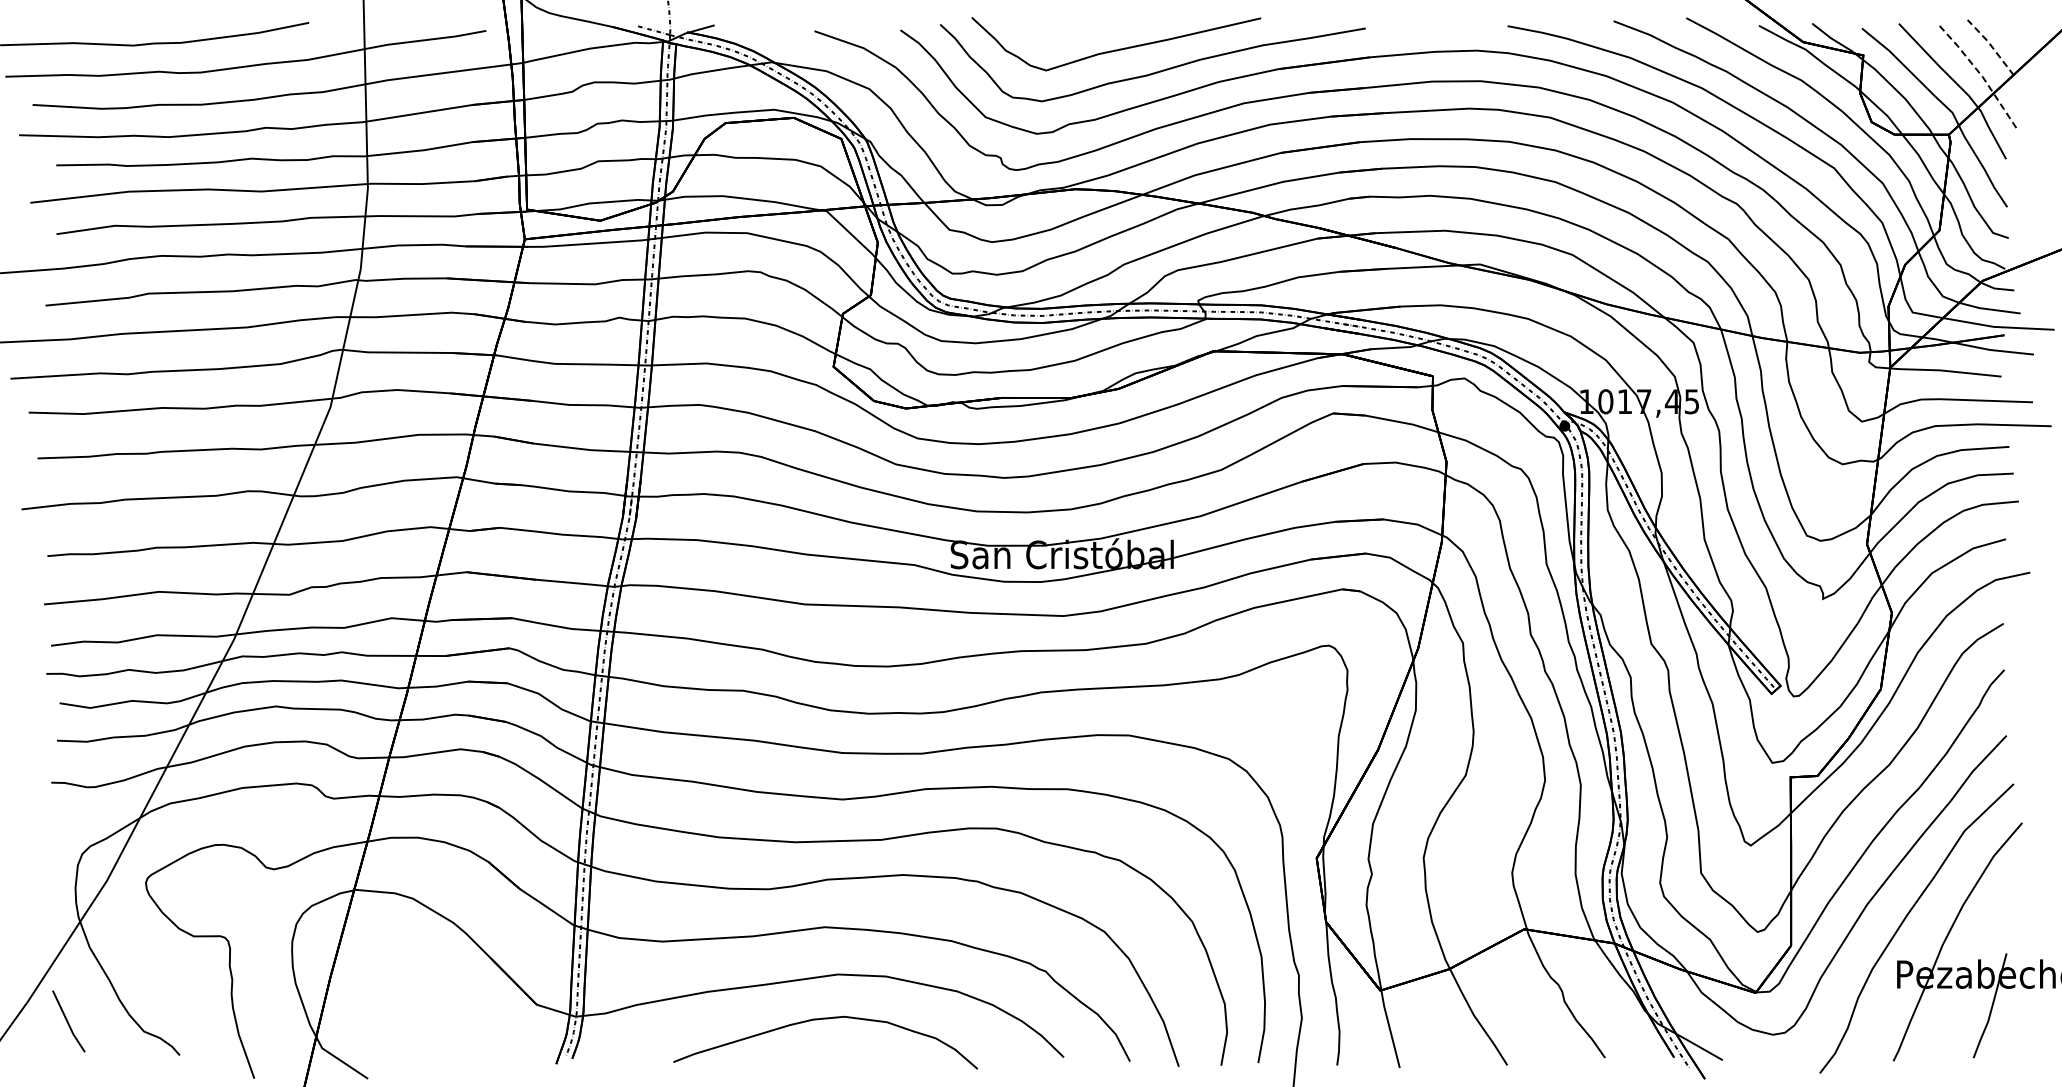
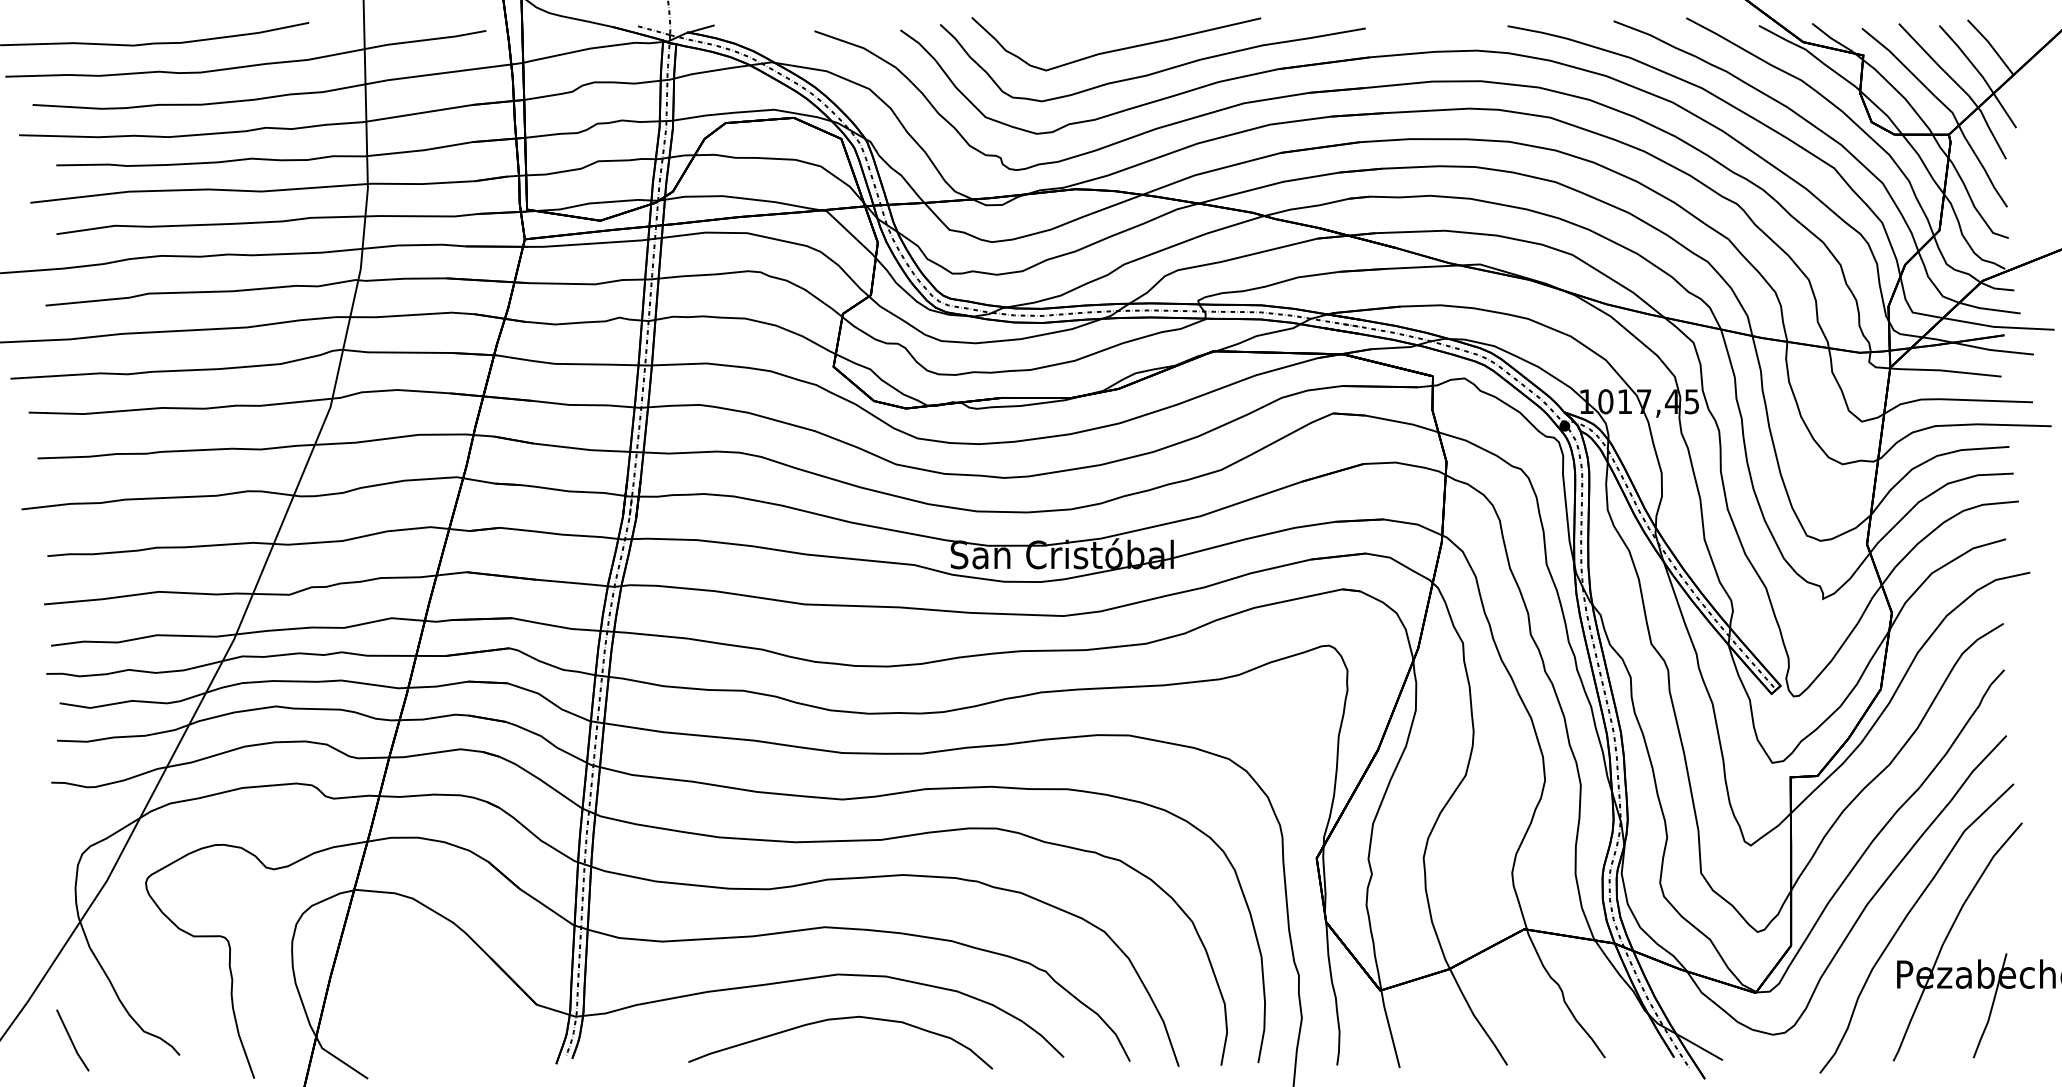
line at (1991, 45): dashed -> solid
line at (1980, 74): dashed -> solid
curve at (825, 1019) position: (825, 1019) -> (840, 1019)
line at (68, 1021) position: (68, 1021) -> (72, 1040)
